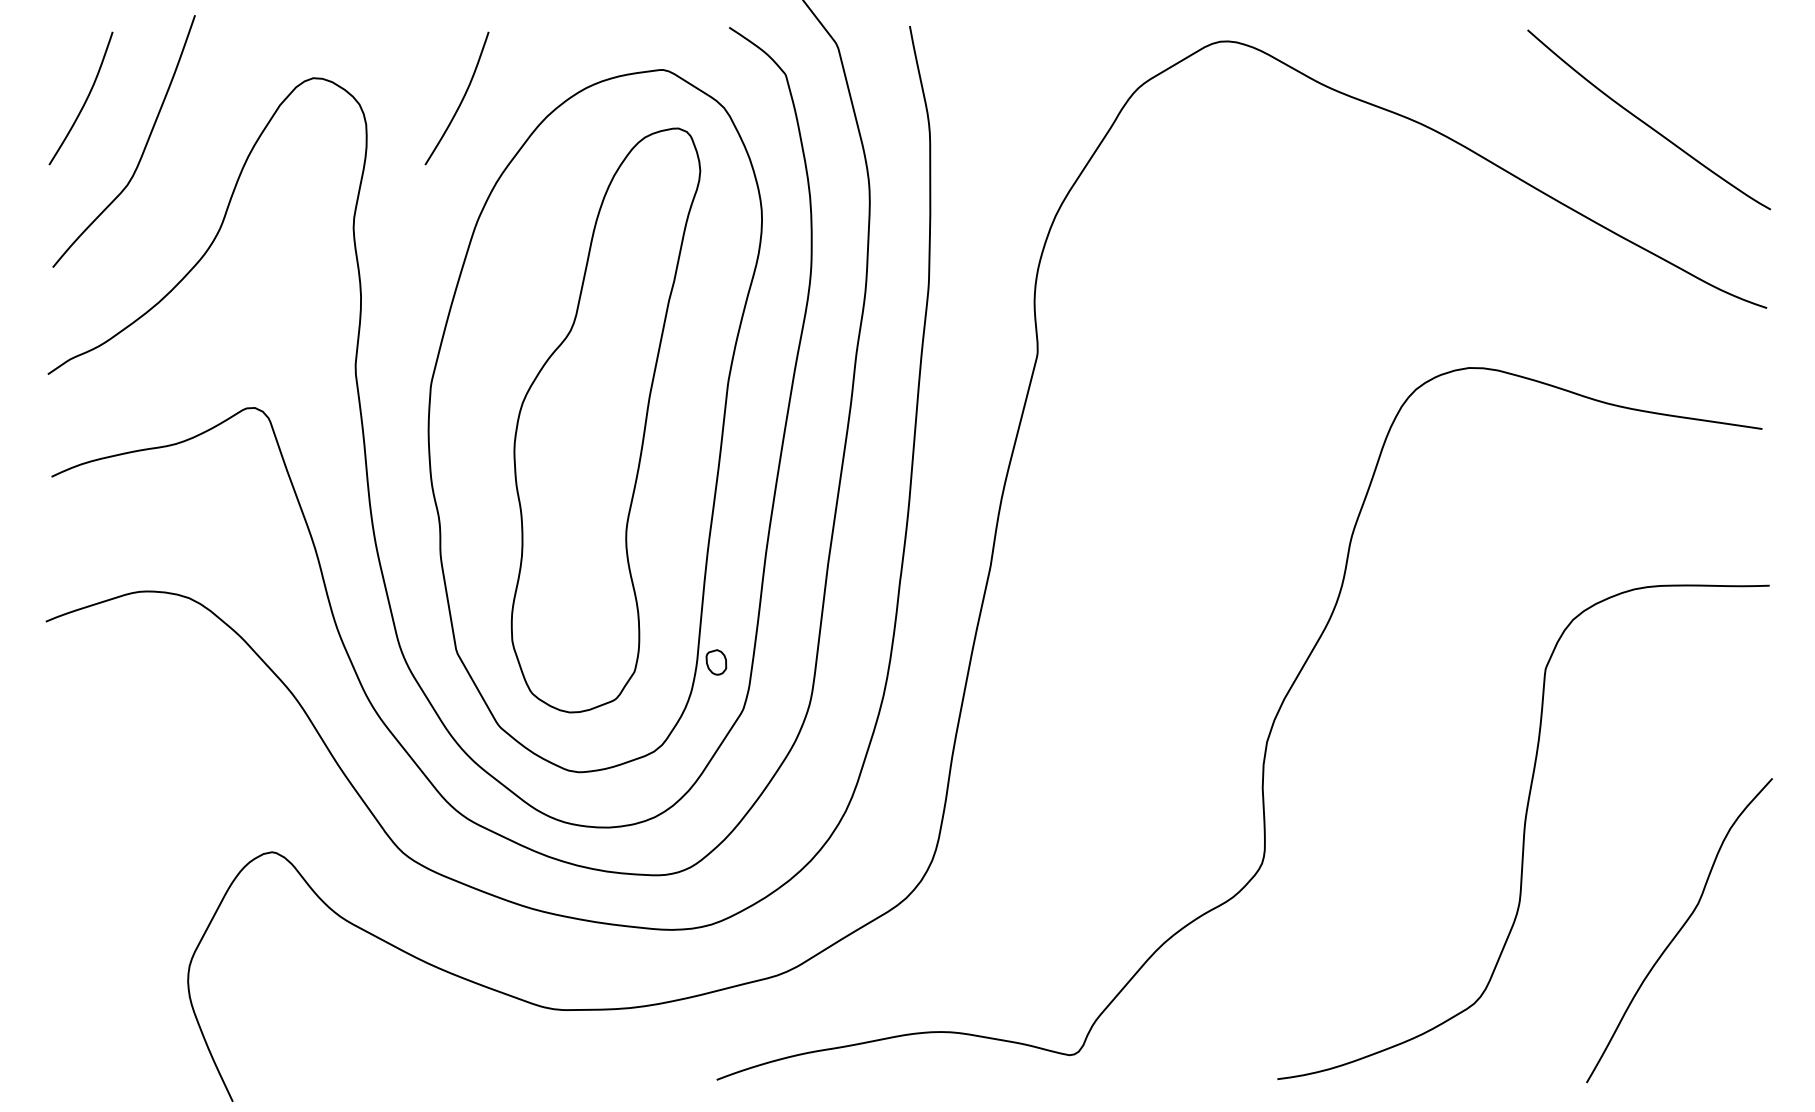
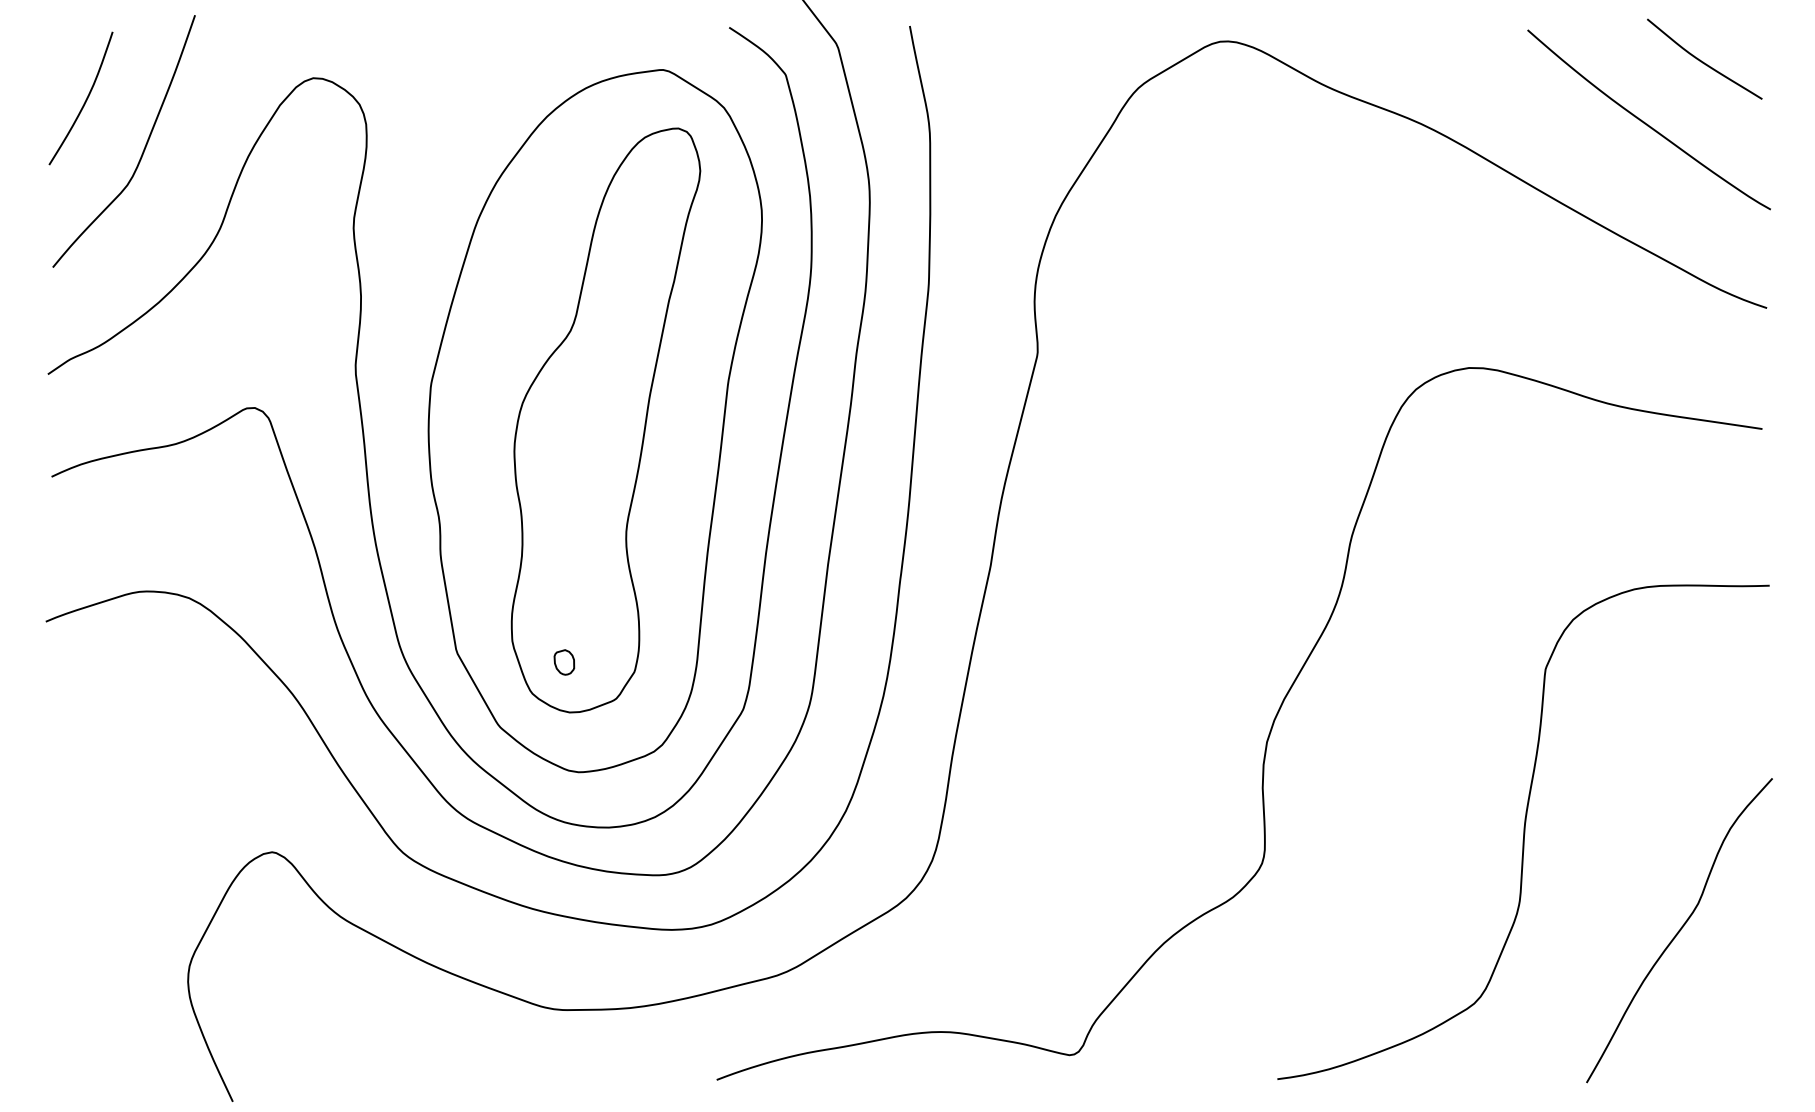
curve at (1703, 61): none -> present
curve at (460, 101): present -> none
part at (716, 662) position: (716, 662) -> (564, 662)
